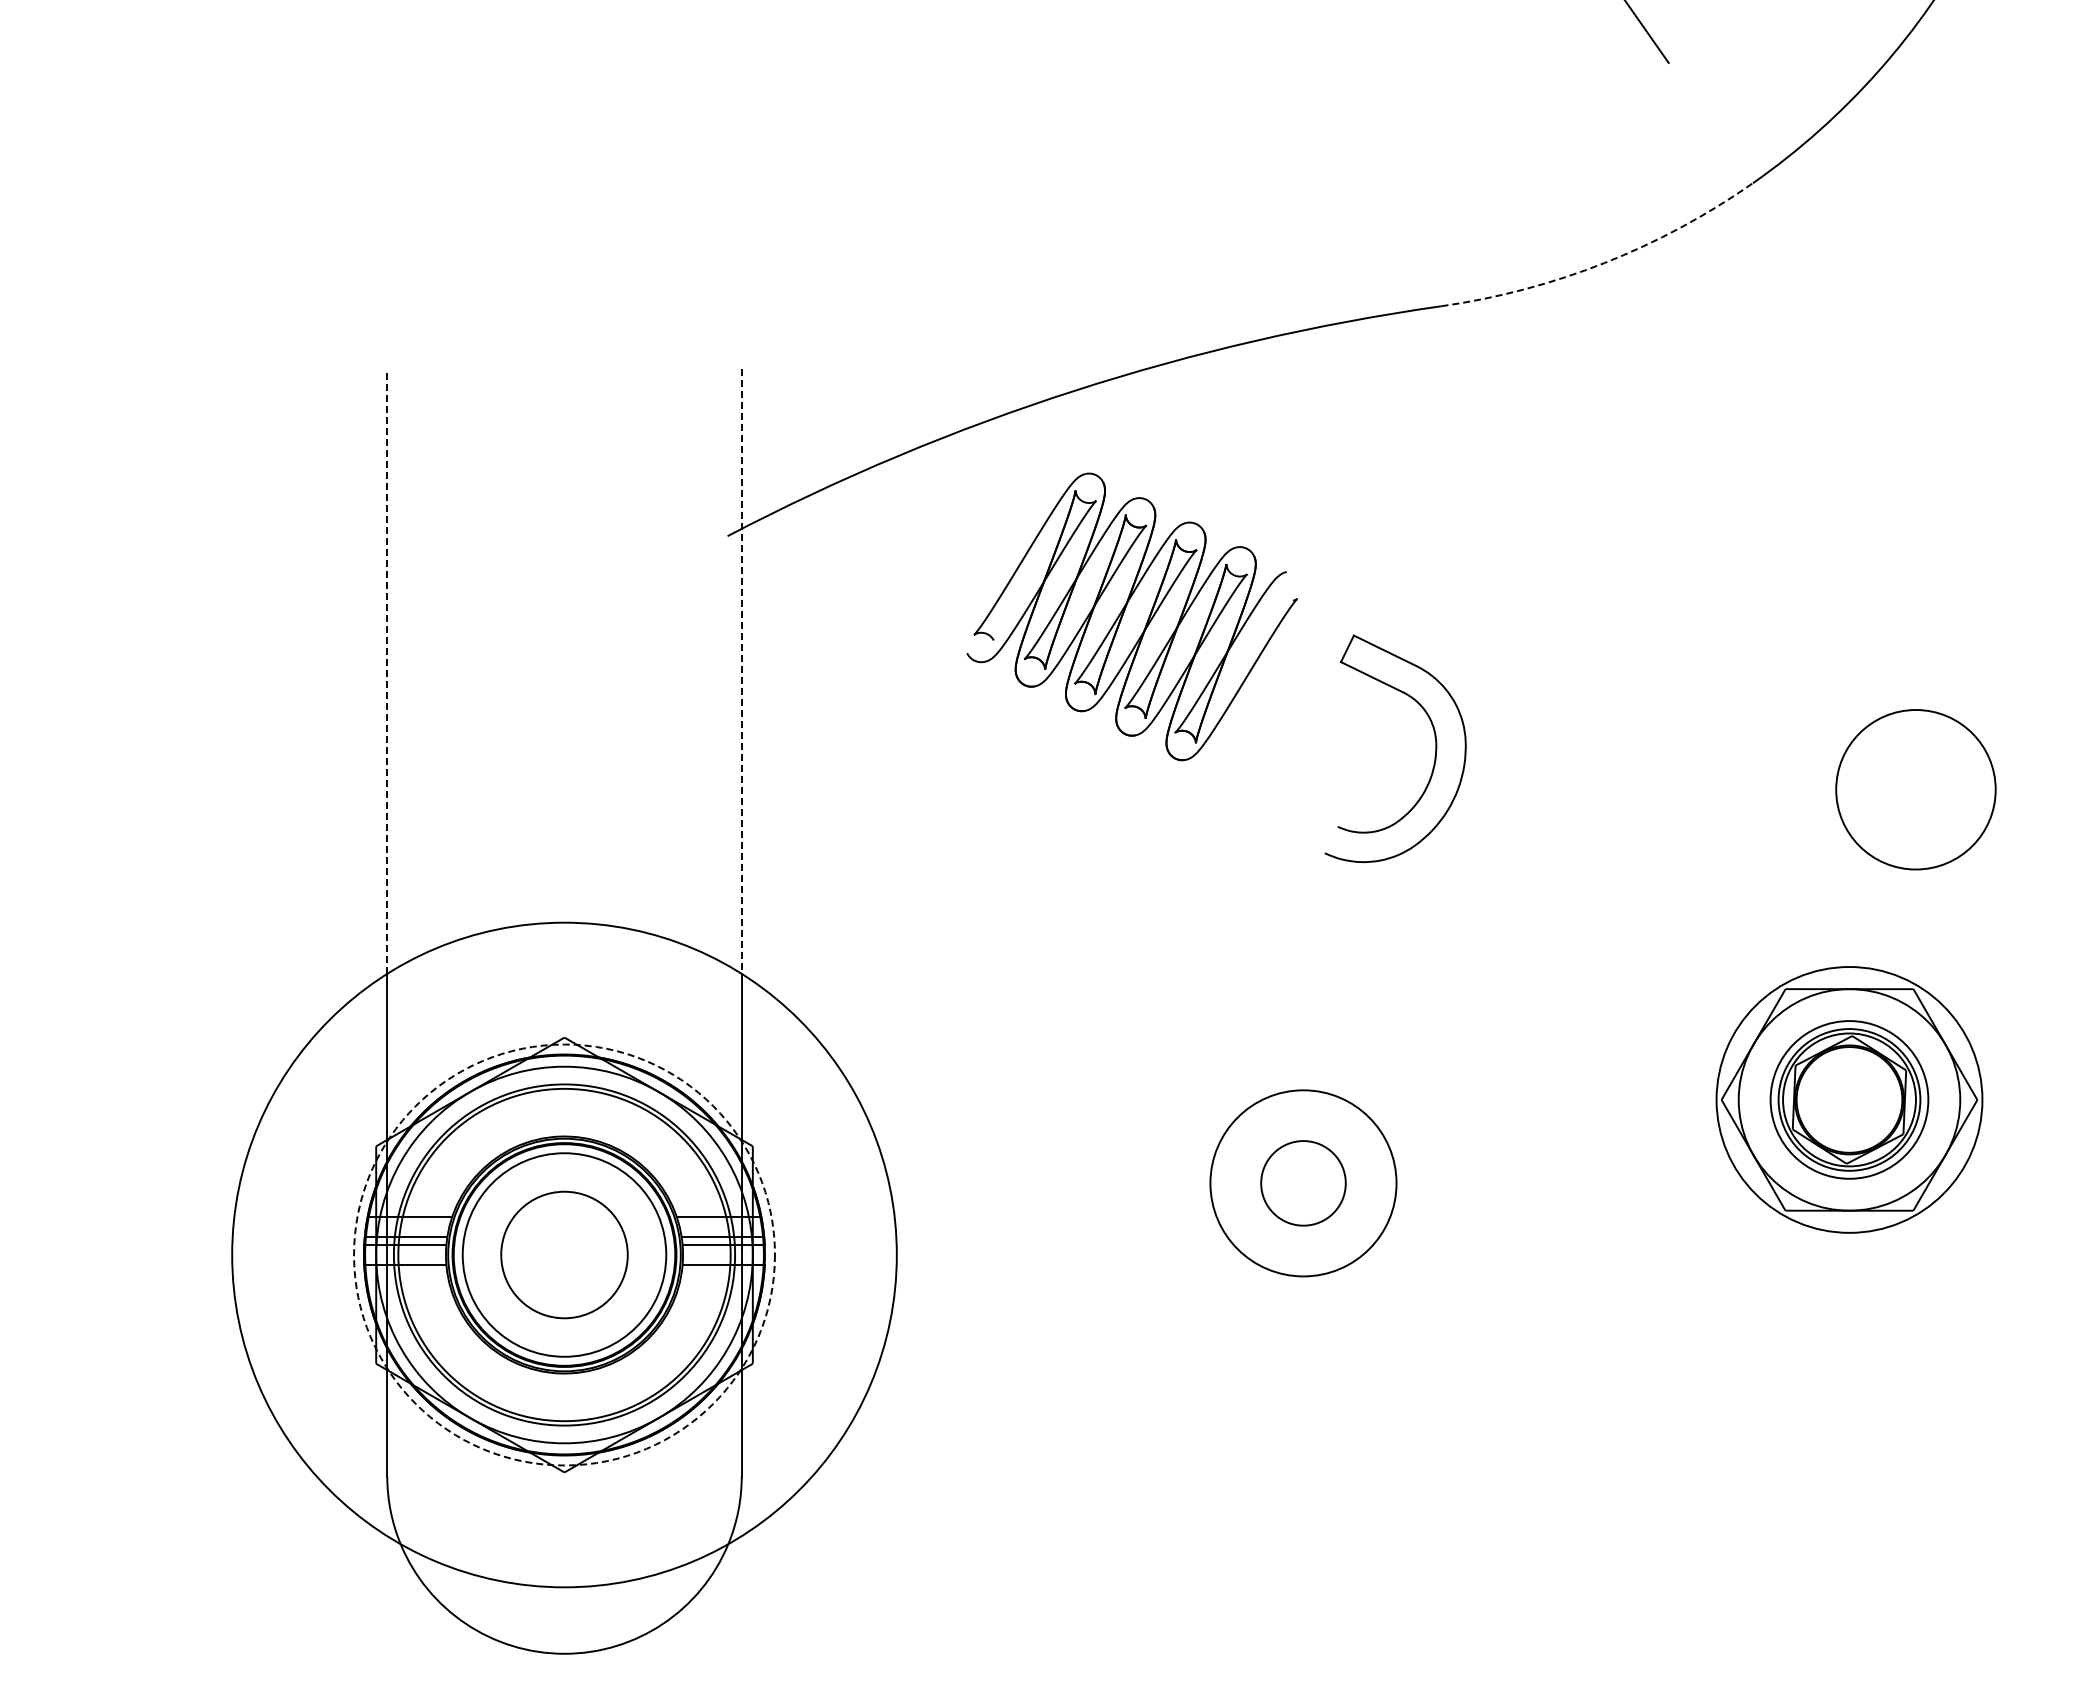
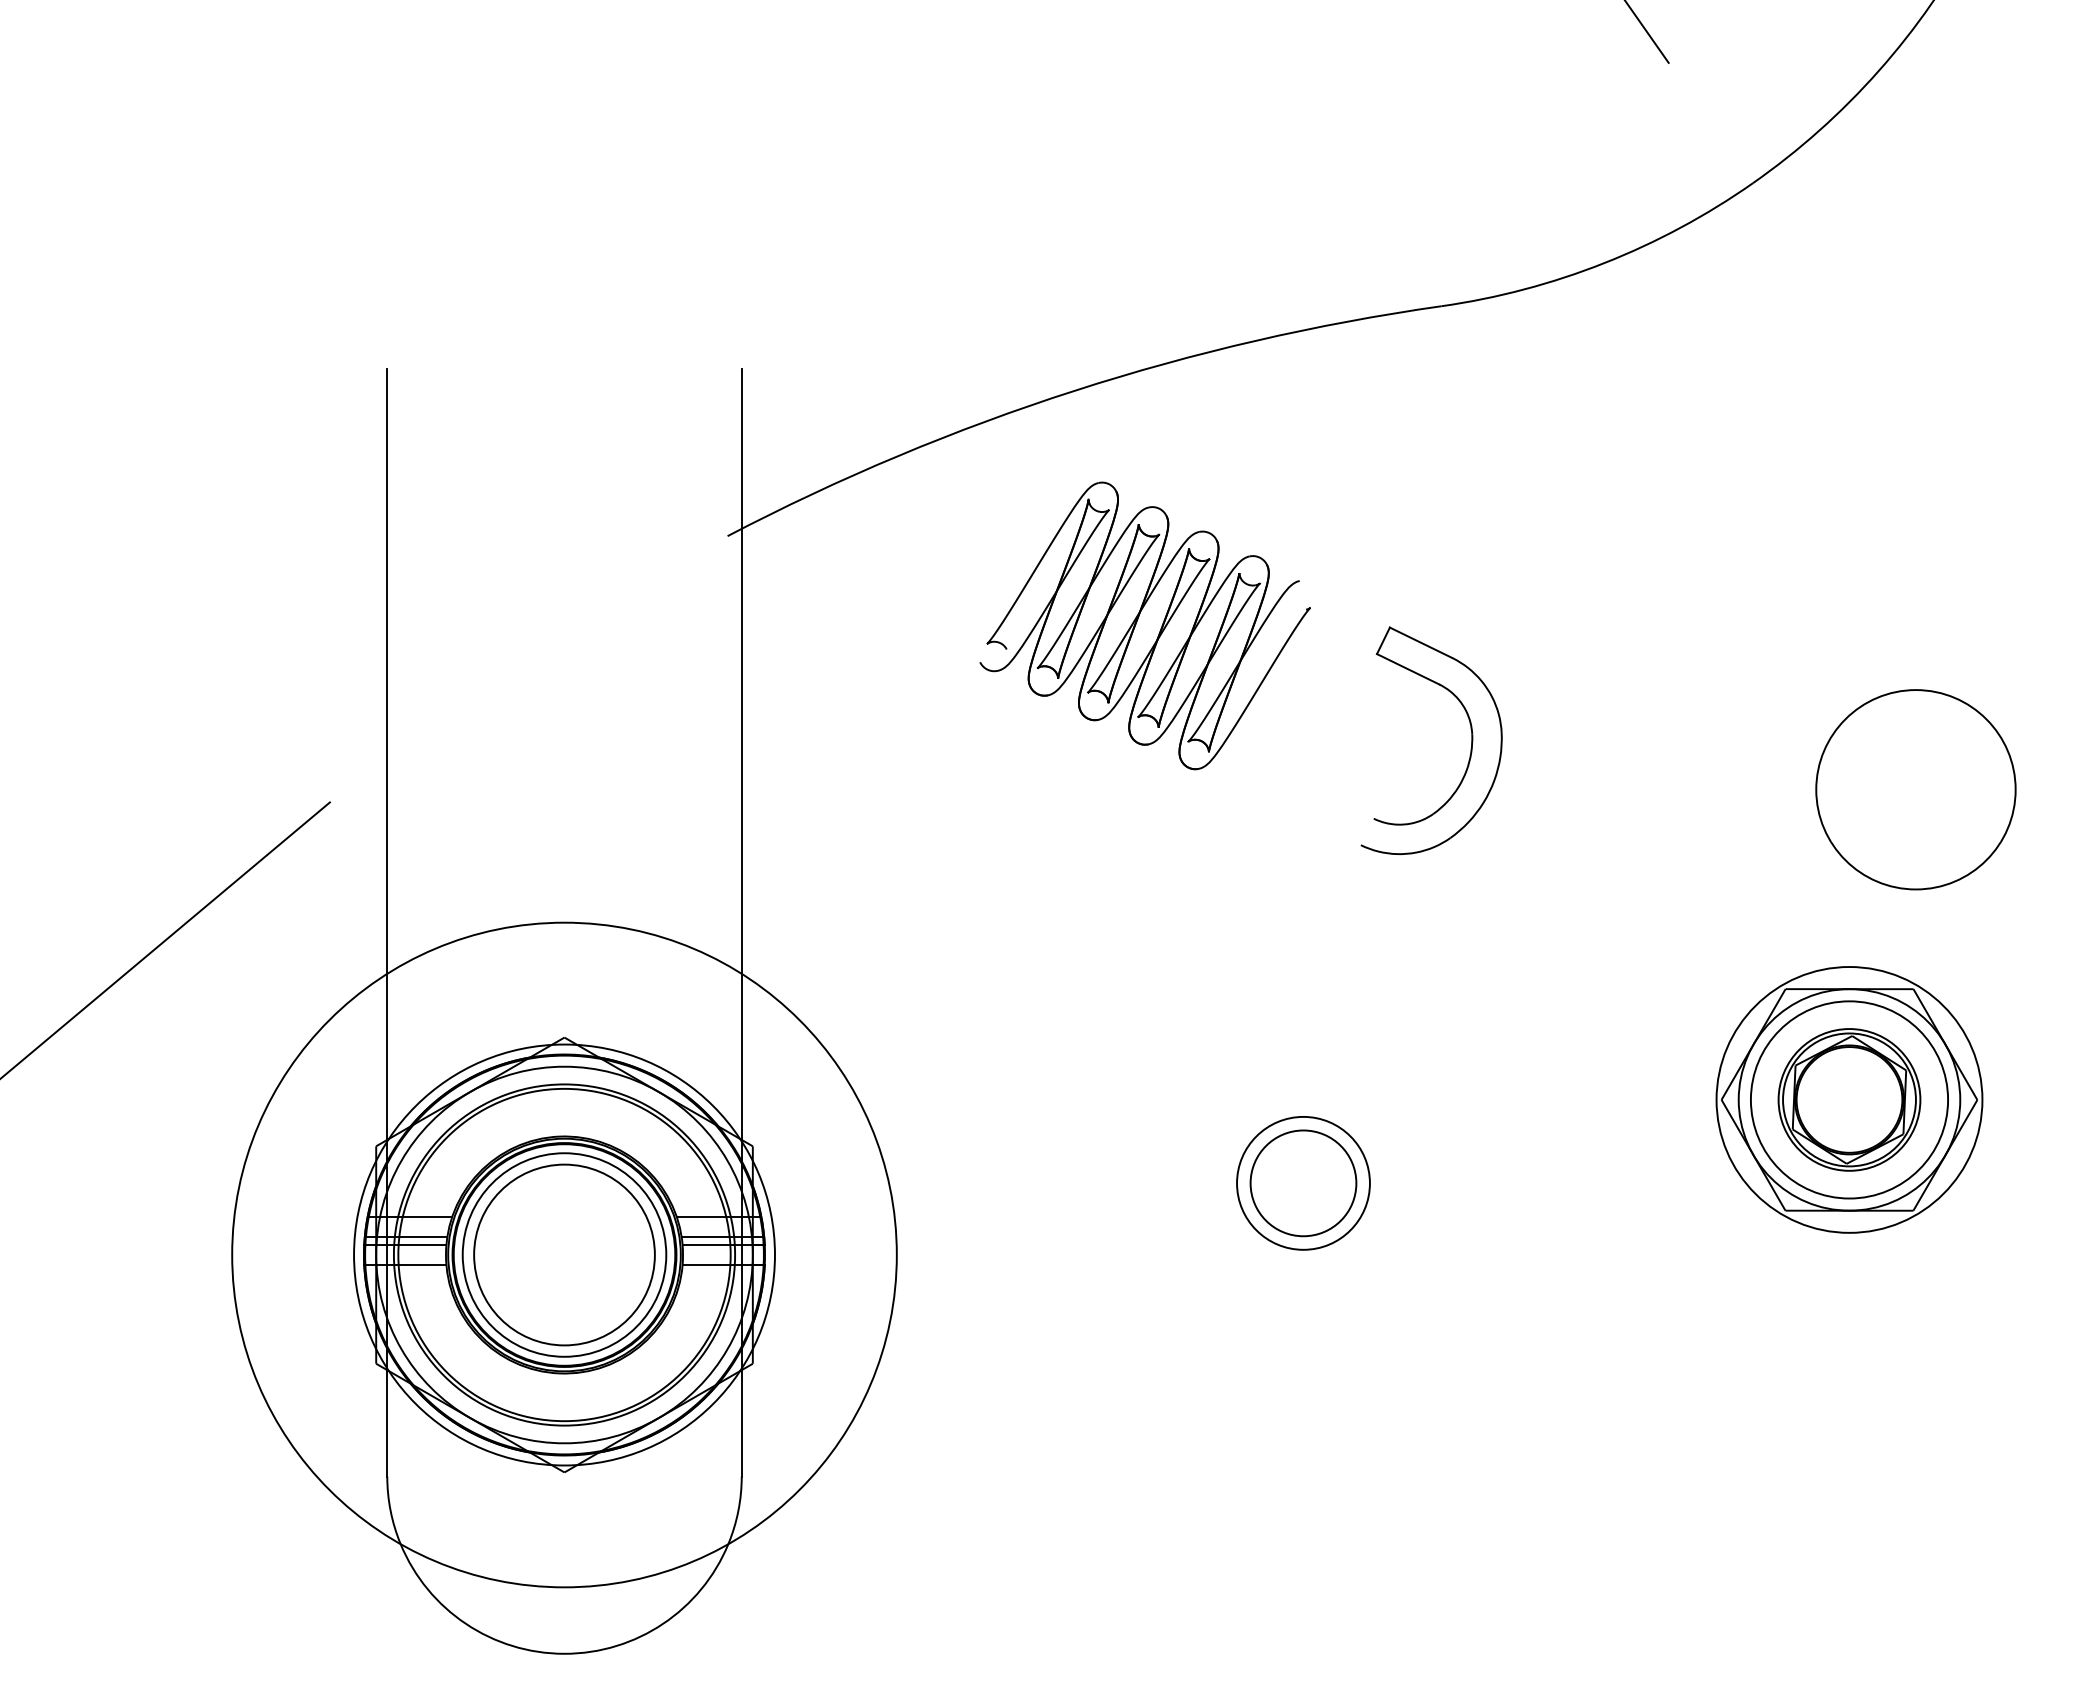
arc at (1604, 263): dashed -> solid
part at (1124, 613) position: (1124, 613) -> (1137, 622)
line at (387, 671): dashed -> solid
line at (741, 671): dashed -> solid
part at (1434, 756) position: (1434, 756) -> (1470, 748)
circle at (1915, 789) diameter: 160 px -> 199 px
line at (165, 939): none -> present
circle at (1849, 1099) diameter: 158 px -> 197 px
circle at (1303, 1183) diameter: 186 px -> 133 px
circle at (1303, 1183) diameter: 85 px -> 106 px
circle at (564, 1254) size: 129x130 px -> 183x184 px
circle at (564, 1254): dashed -> solid
